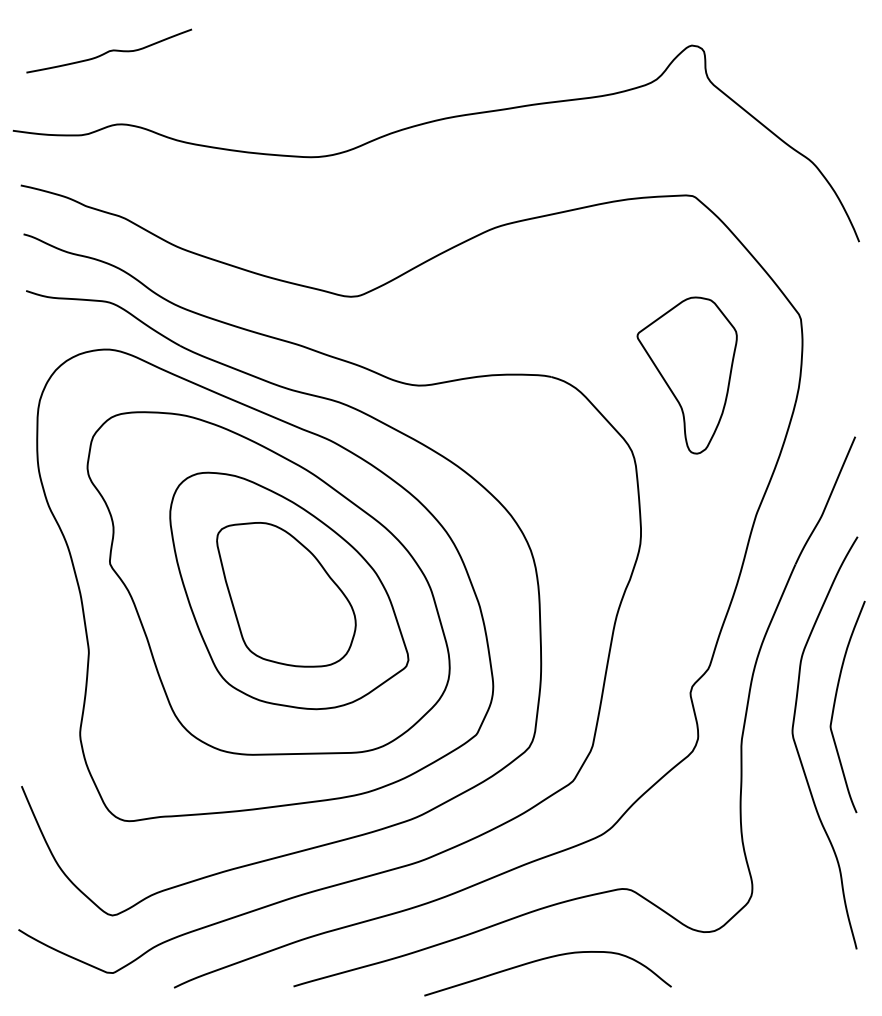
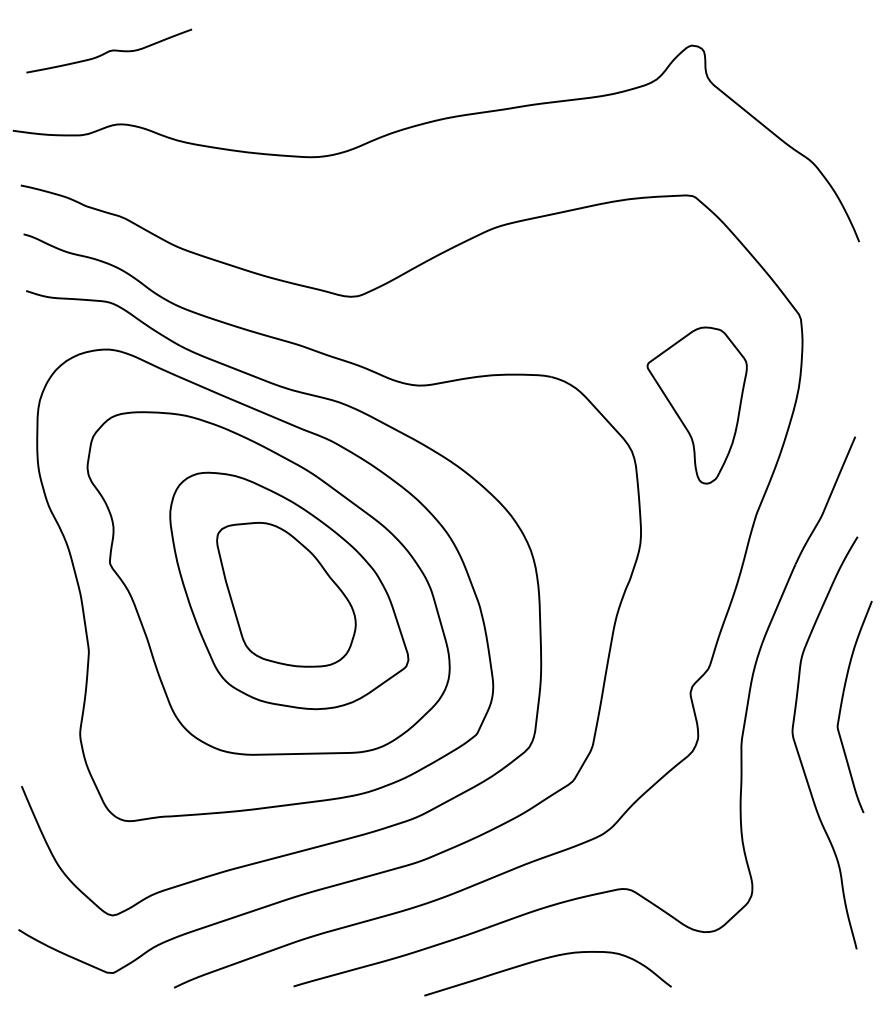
part at (686, 375) position: (686, 375) -> (696, 405)
curve at (835, 704) position: (835, 704) -> (842, 704)
